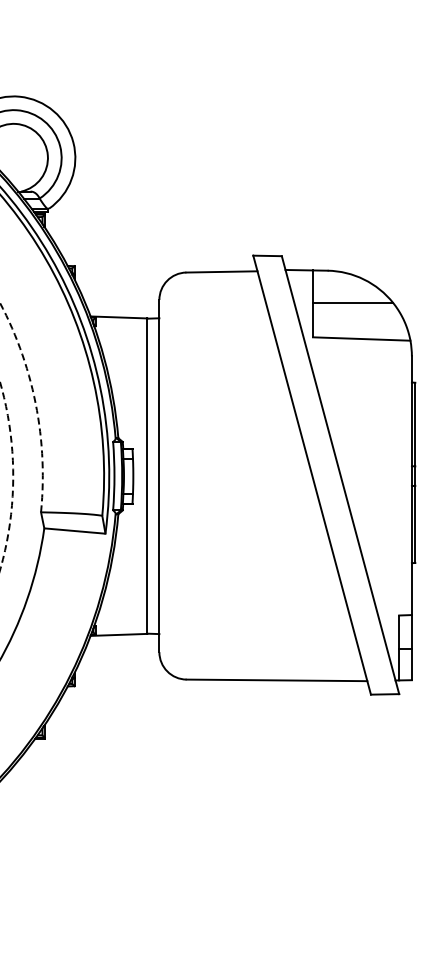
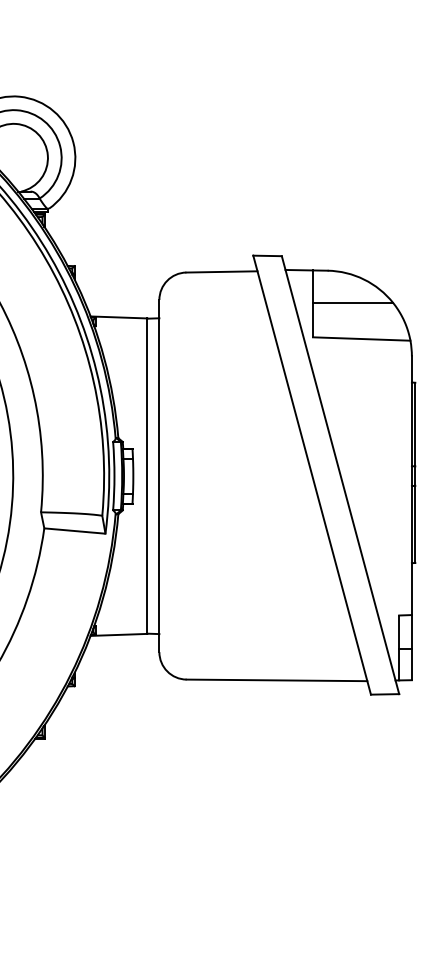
arc at (35, 403): dashed -> solid
arc at (13, 475): dashed -> solid
